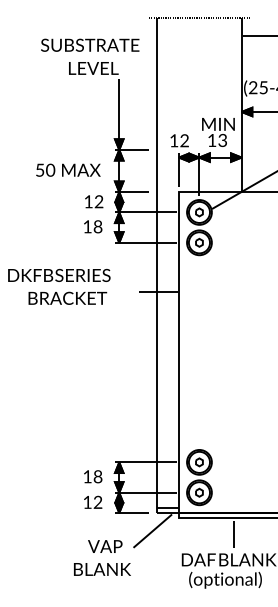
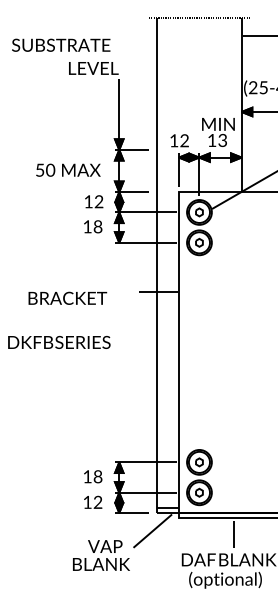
text at (90, 44) position: (90, 44) -> (61, 44)
text at (59, 275) position: (59, 275) -> (59, 342)
text at (102, 569) position: (102, 569) -> (101, 564)
